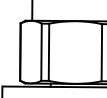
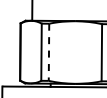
line at (49, 52): solid -> dashed
